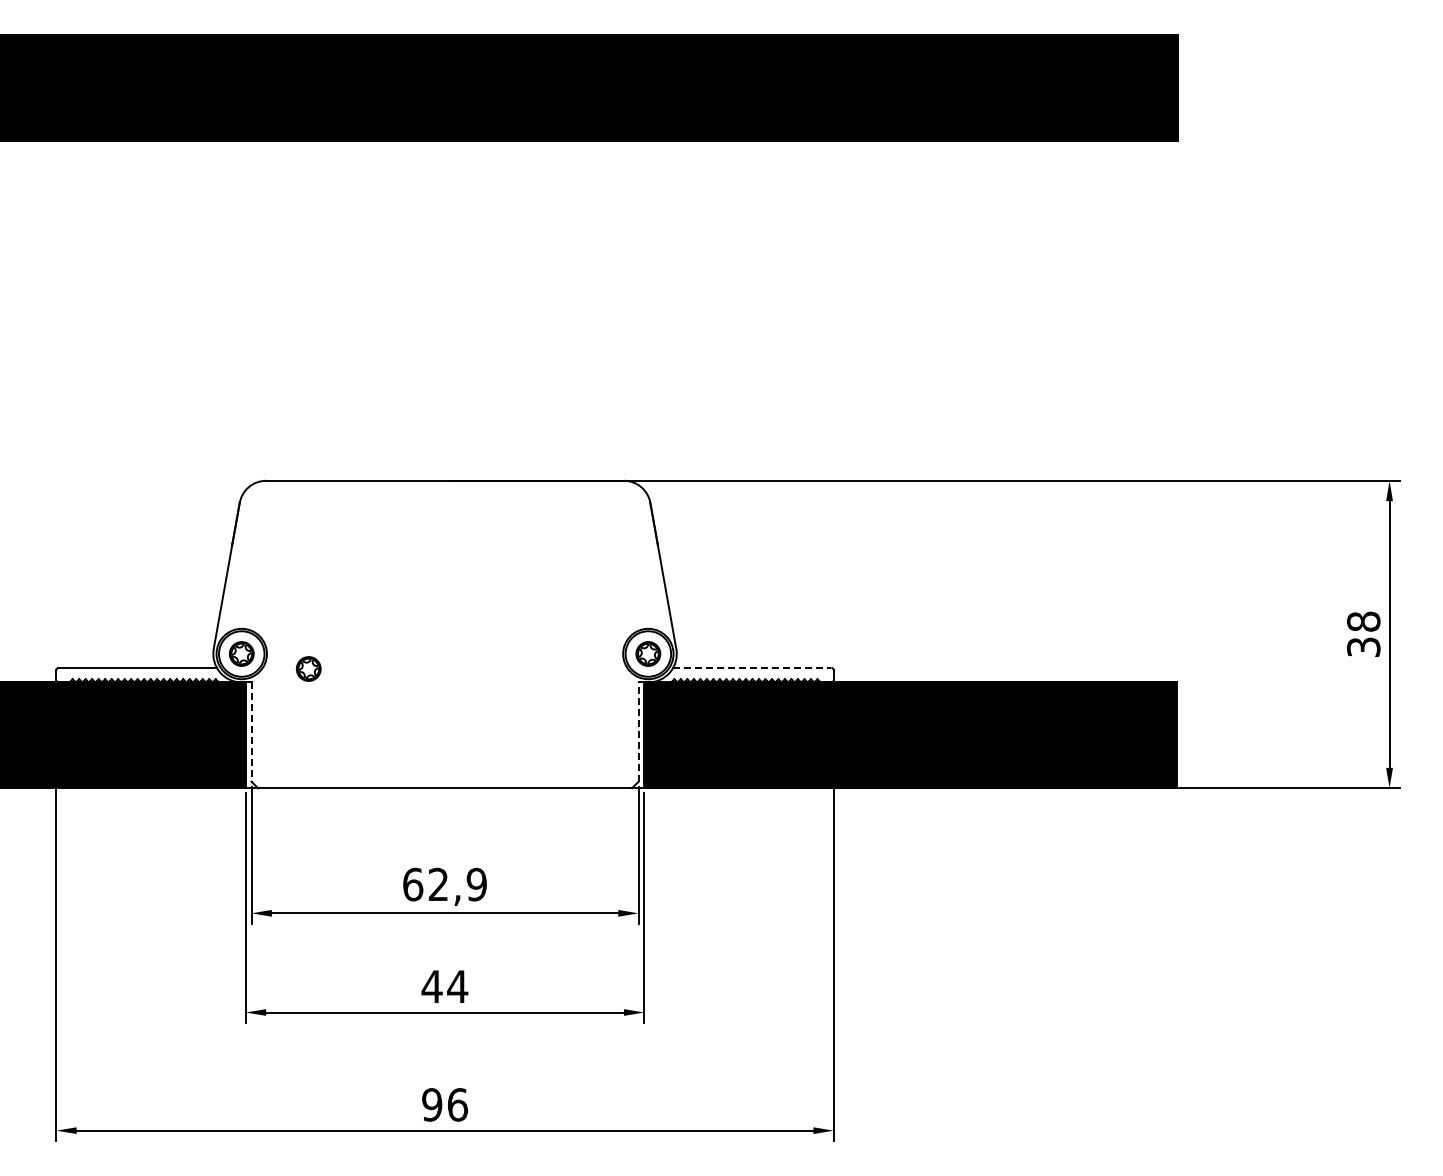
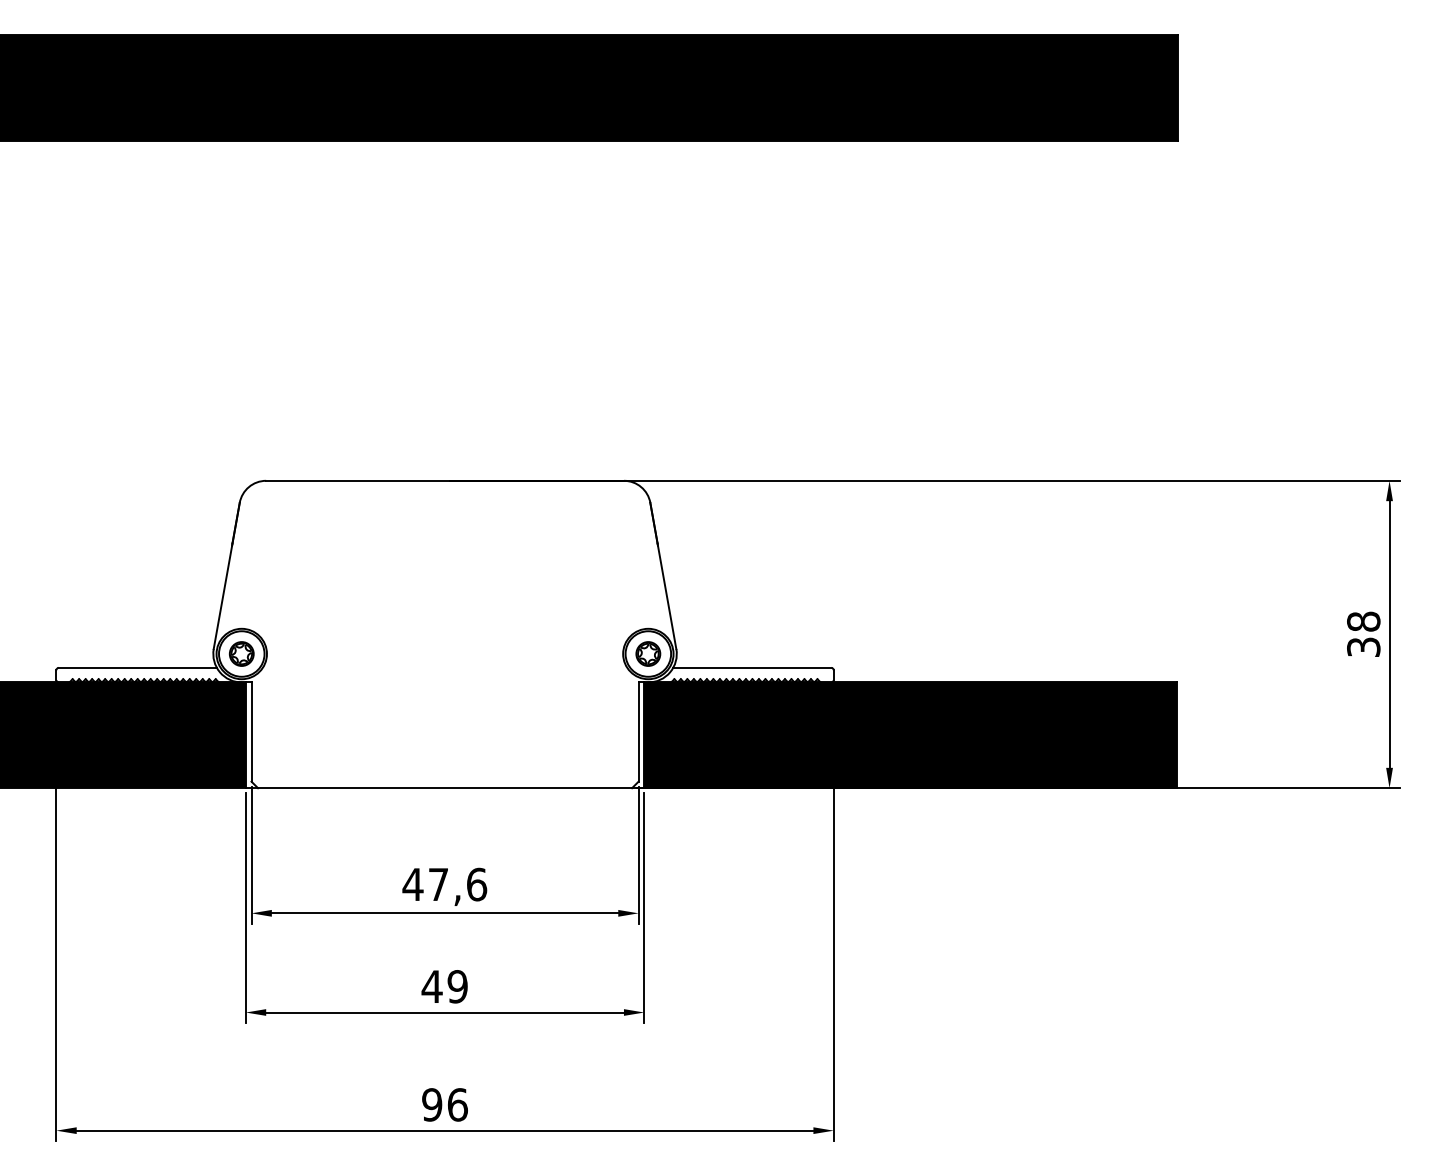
line at (752, 667): dashed -> solid
part at (308, 668): present -> none
line at (251, 732): dashed -> solid
line at (638, 732): dashed -> solid
text at (444, 884): 62,9 -> 47,6
text at (457, 986): 44 -> 49
